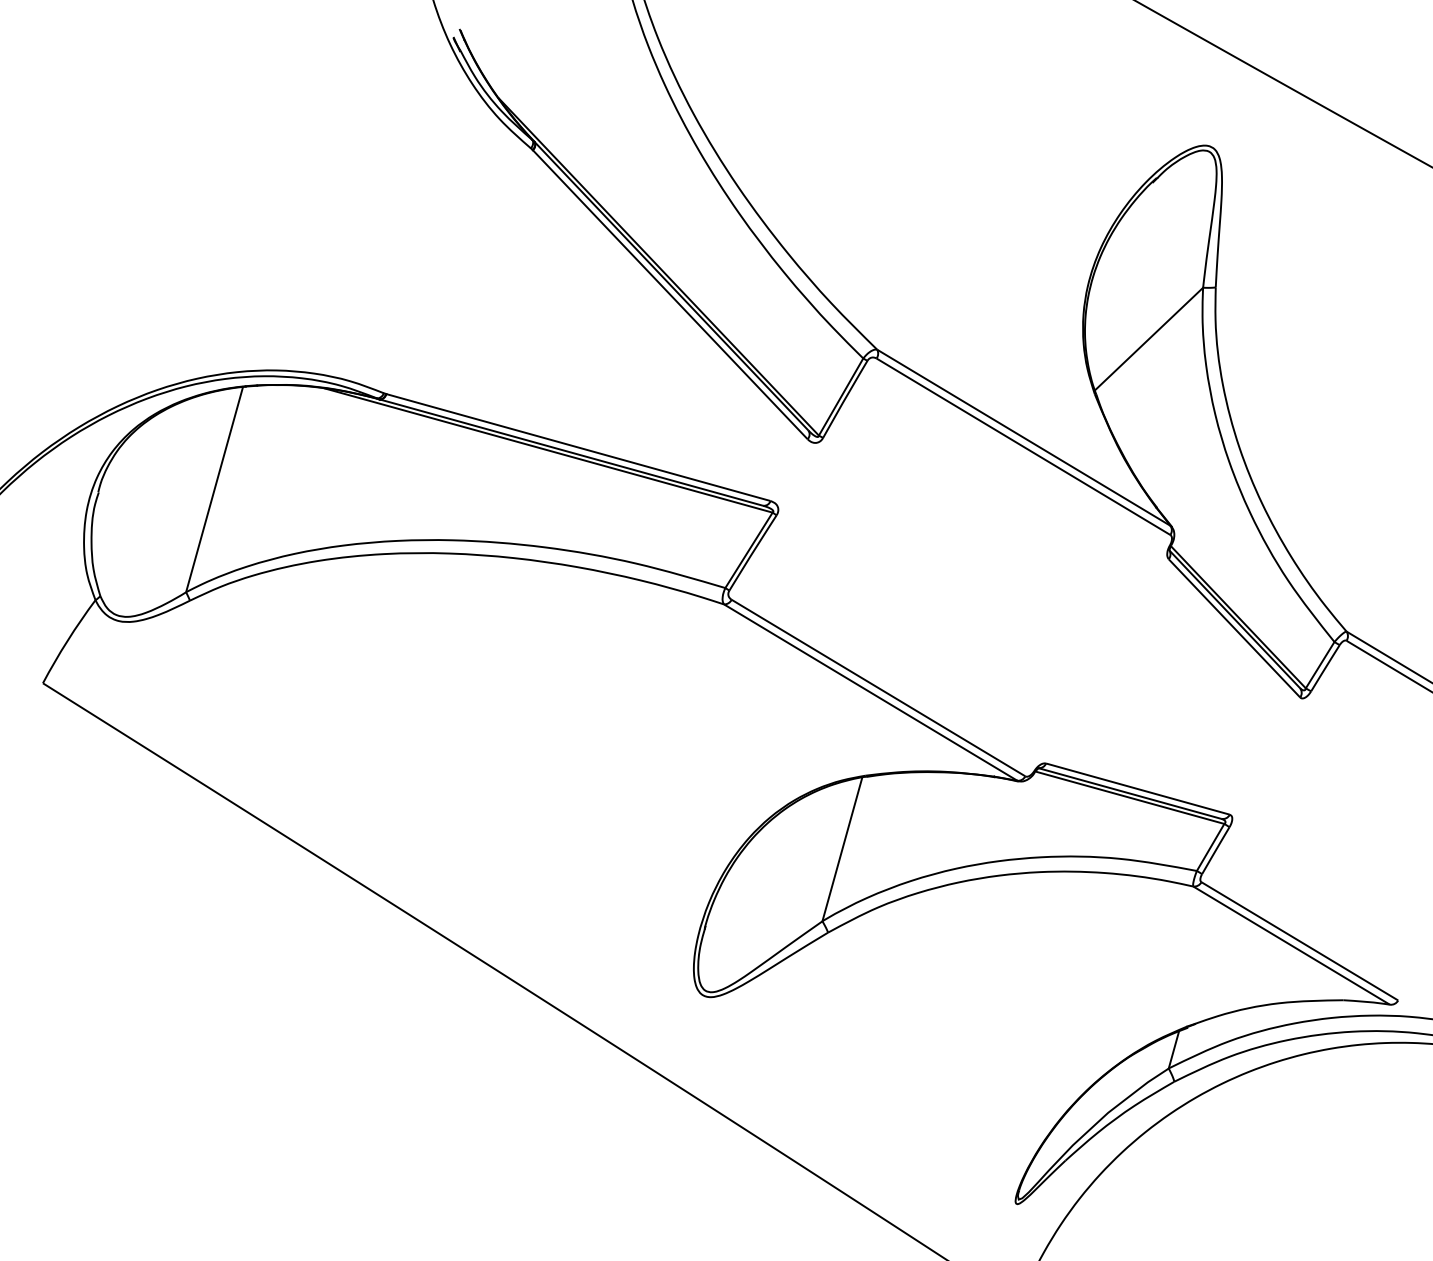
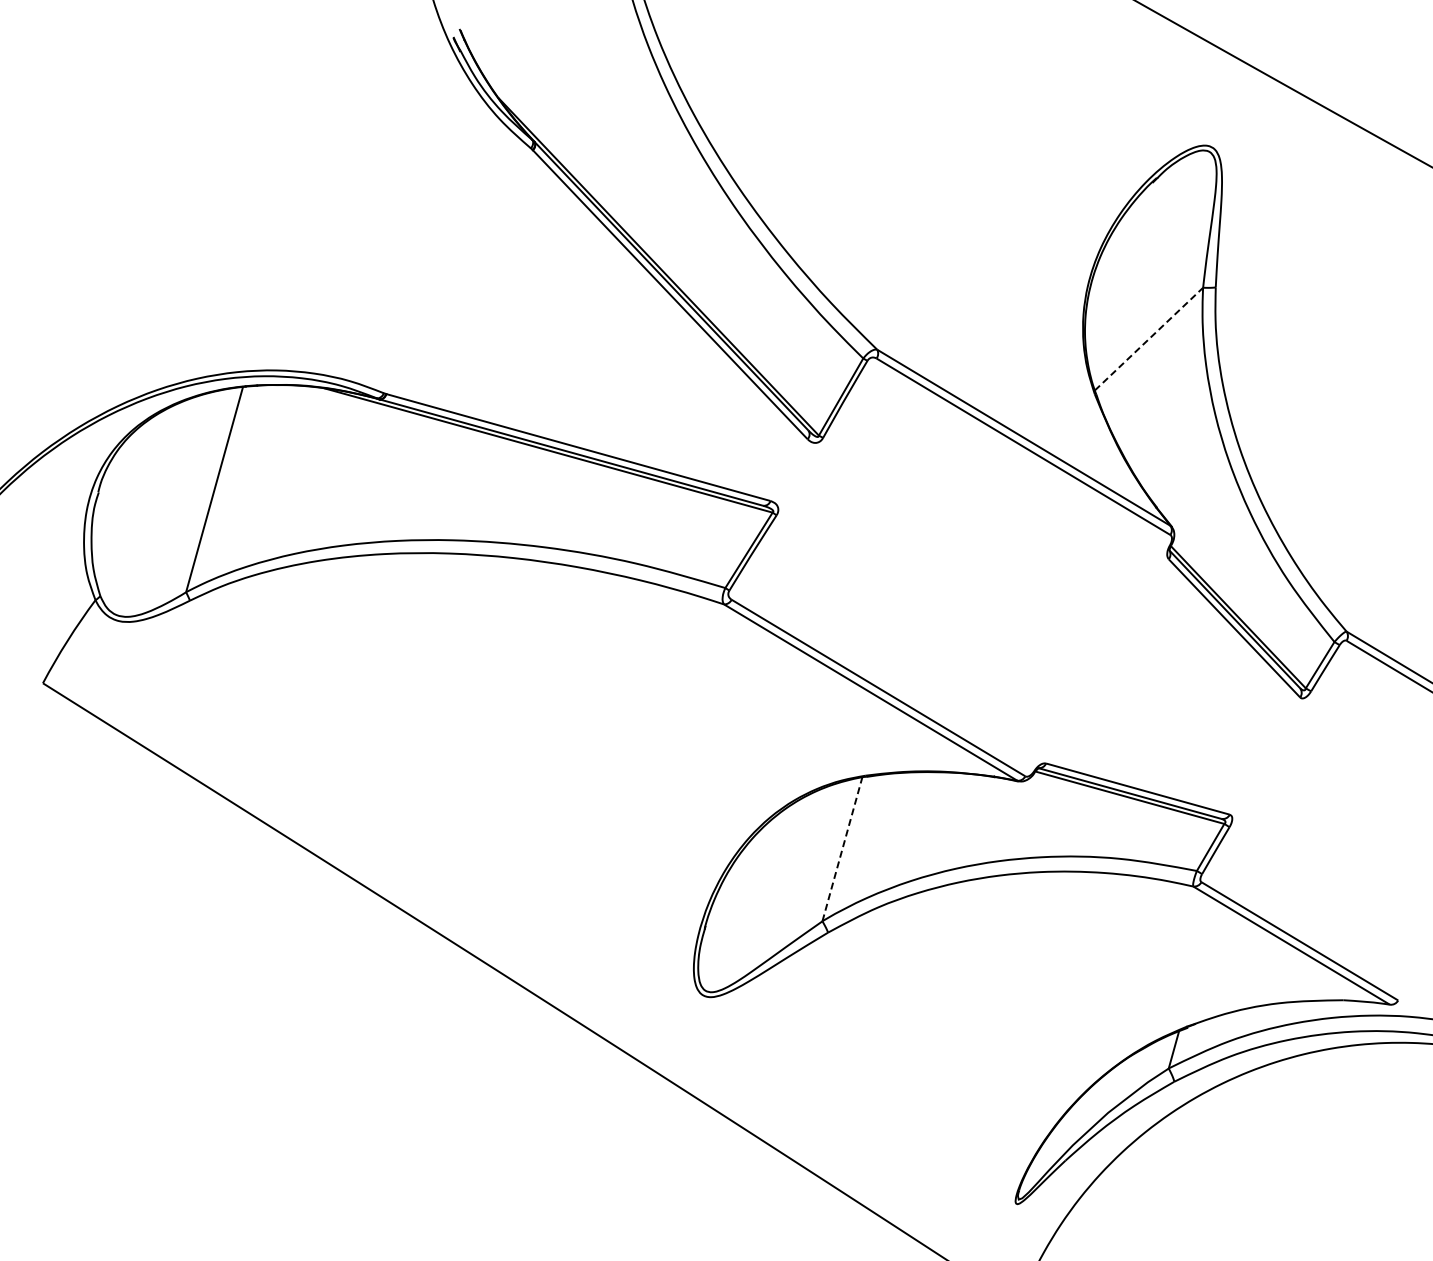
line at (1148, 339): solid -> dashed
line at (842, 849): solid -> dashed
